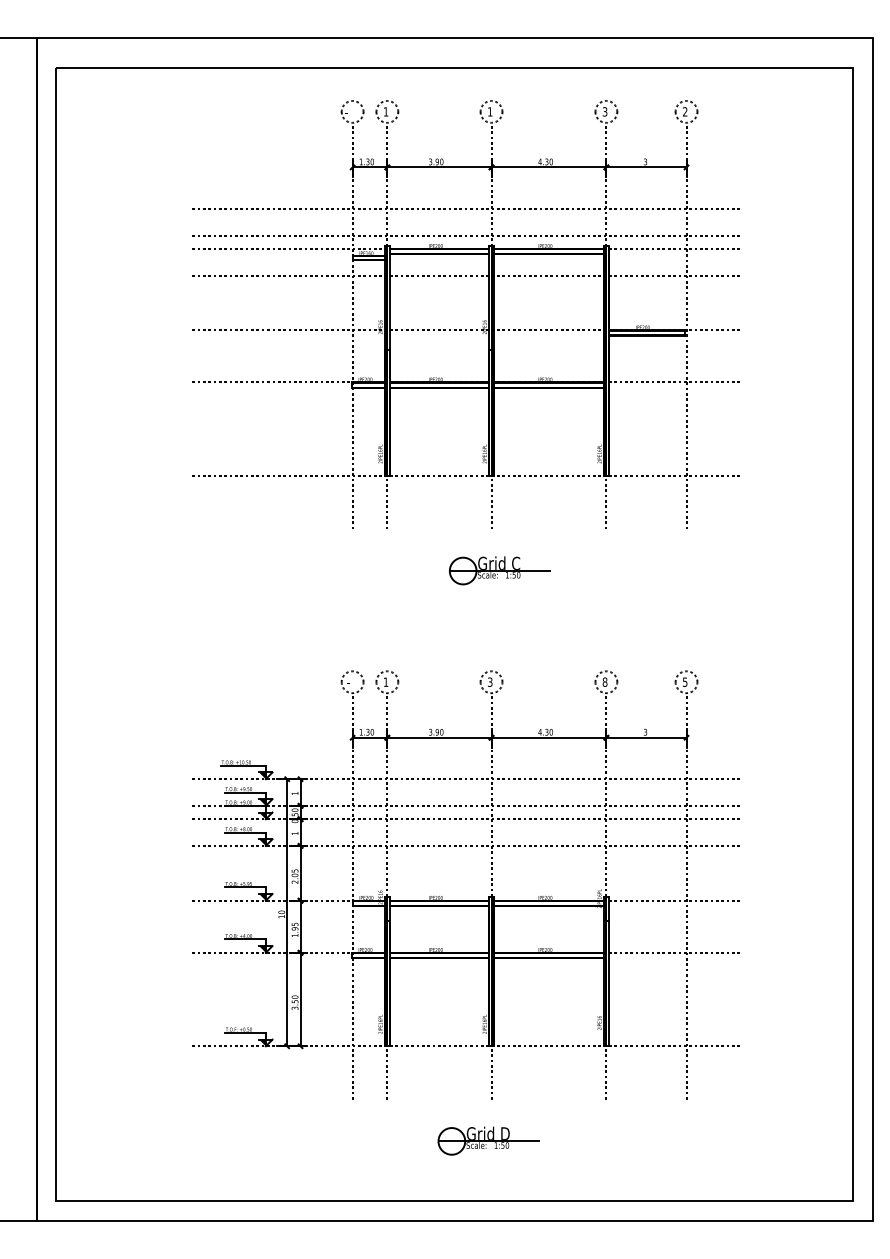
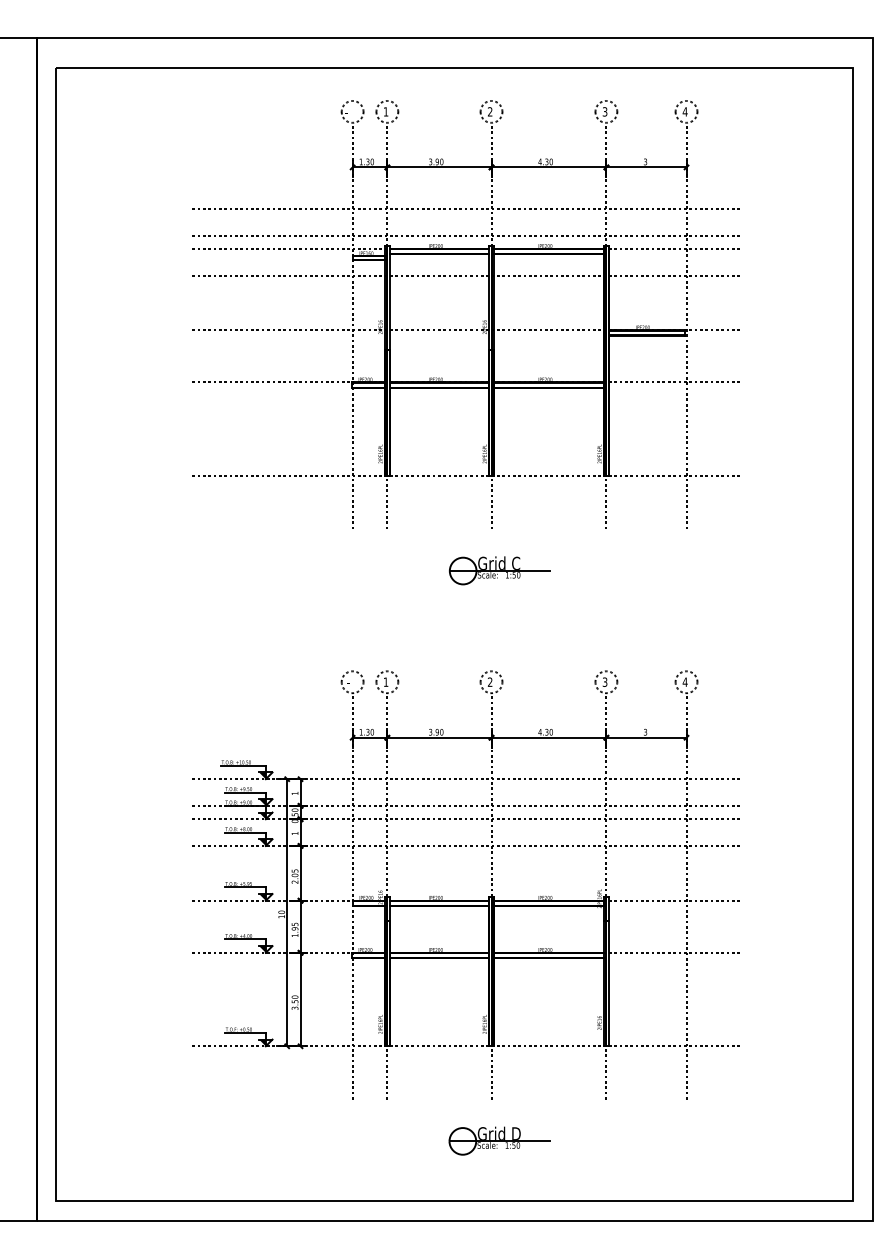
text at (490, 111): 1 -> 2
text at (684, 111): 2 -> 4
text at (604, 681): 8 -> 3
text at (684, 681): 5 -> 4
text at (490, 682): 3 -> 2
part at (488, 1140) position: (488, 1140) -> (499, 1140)
